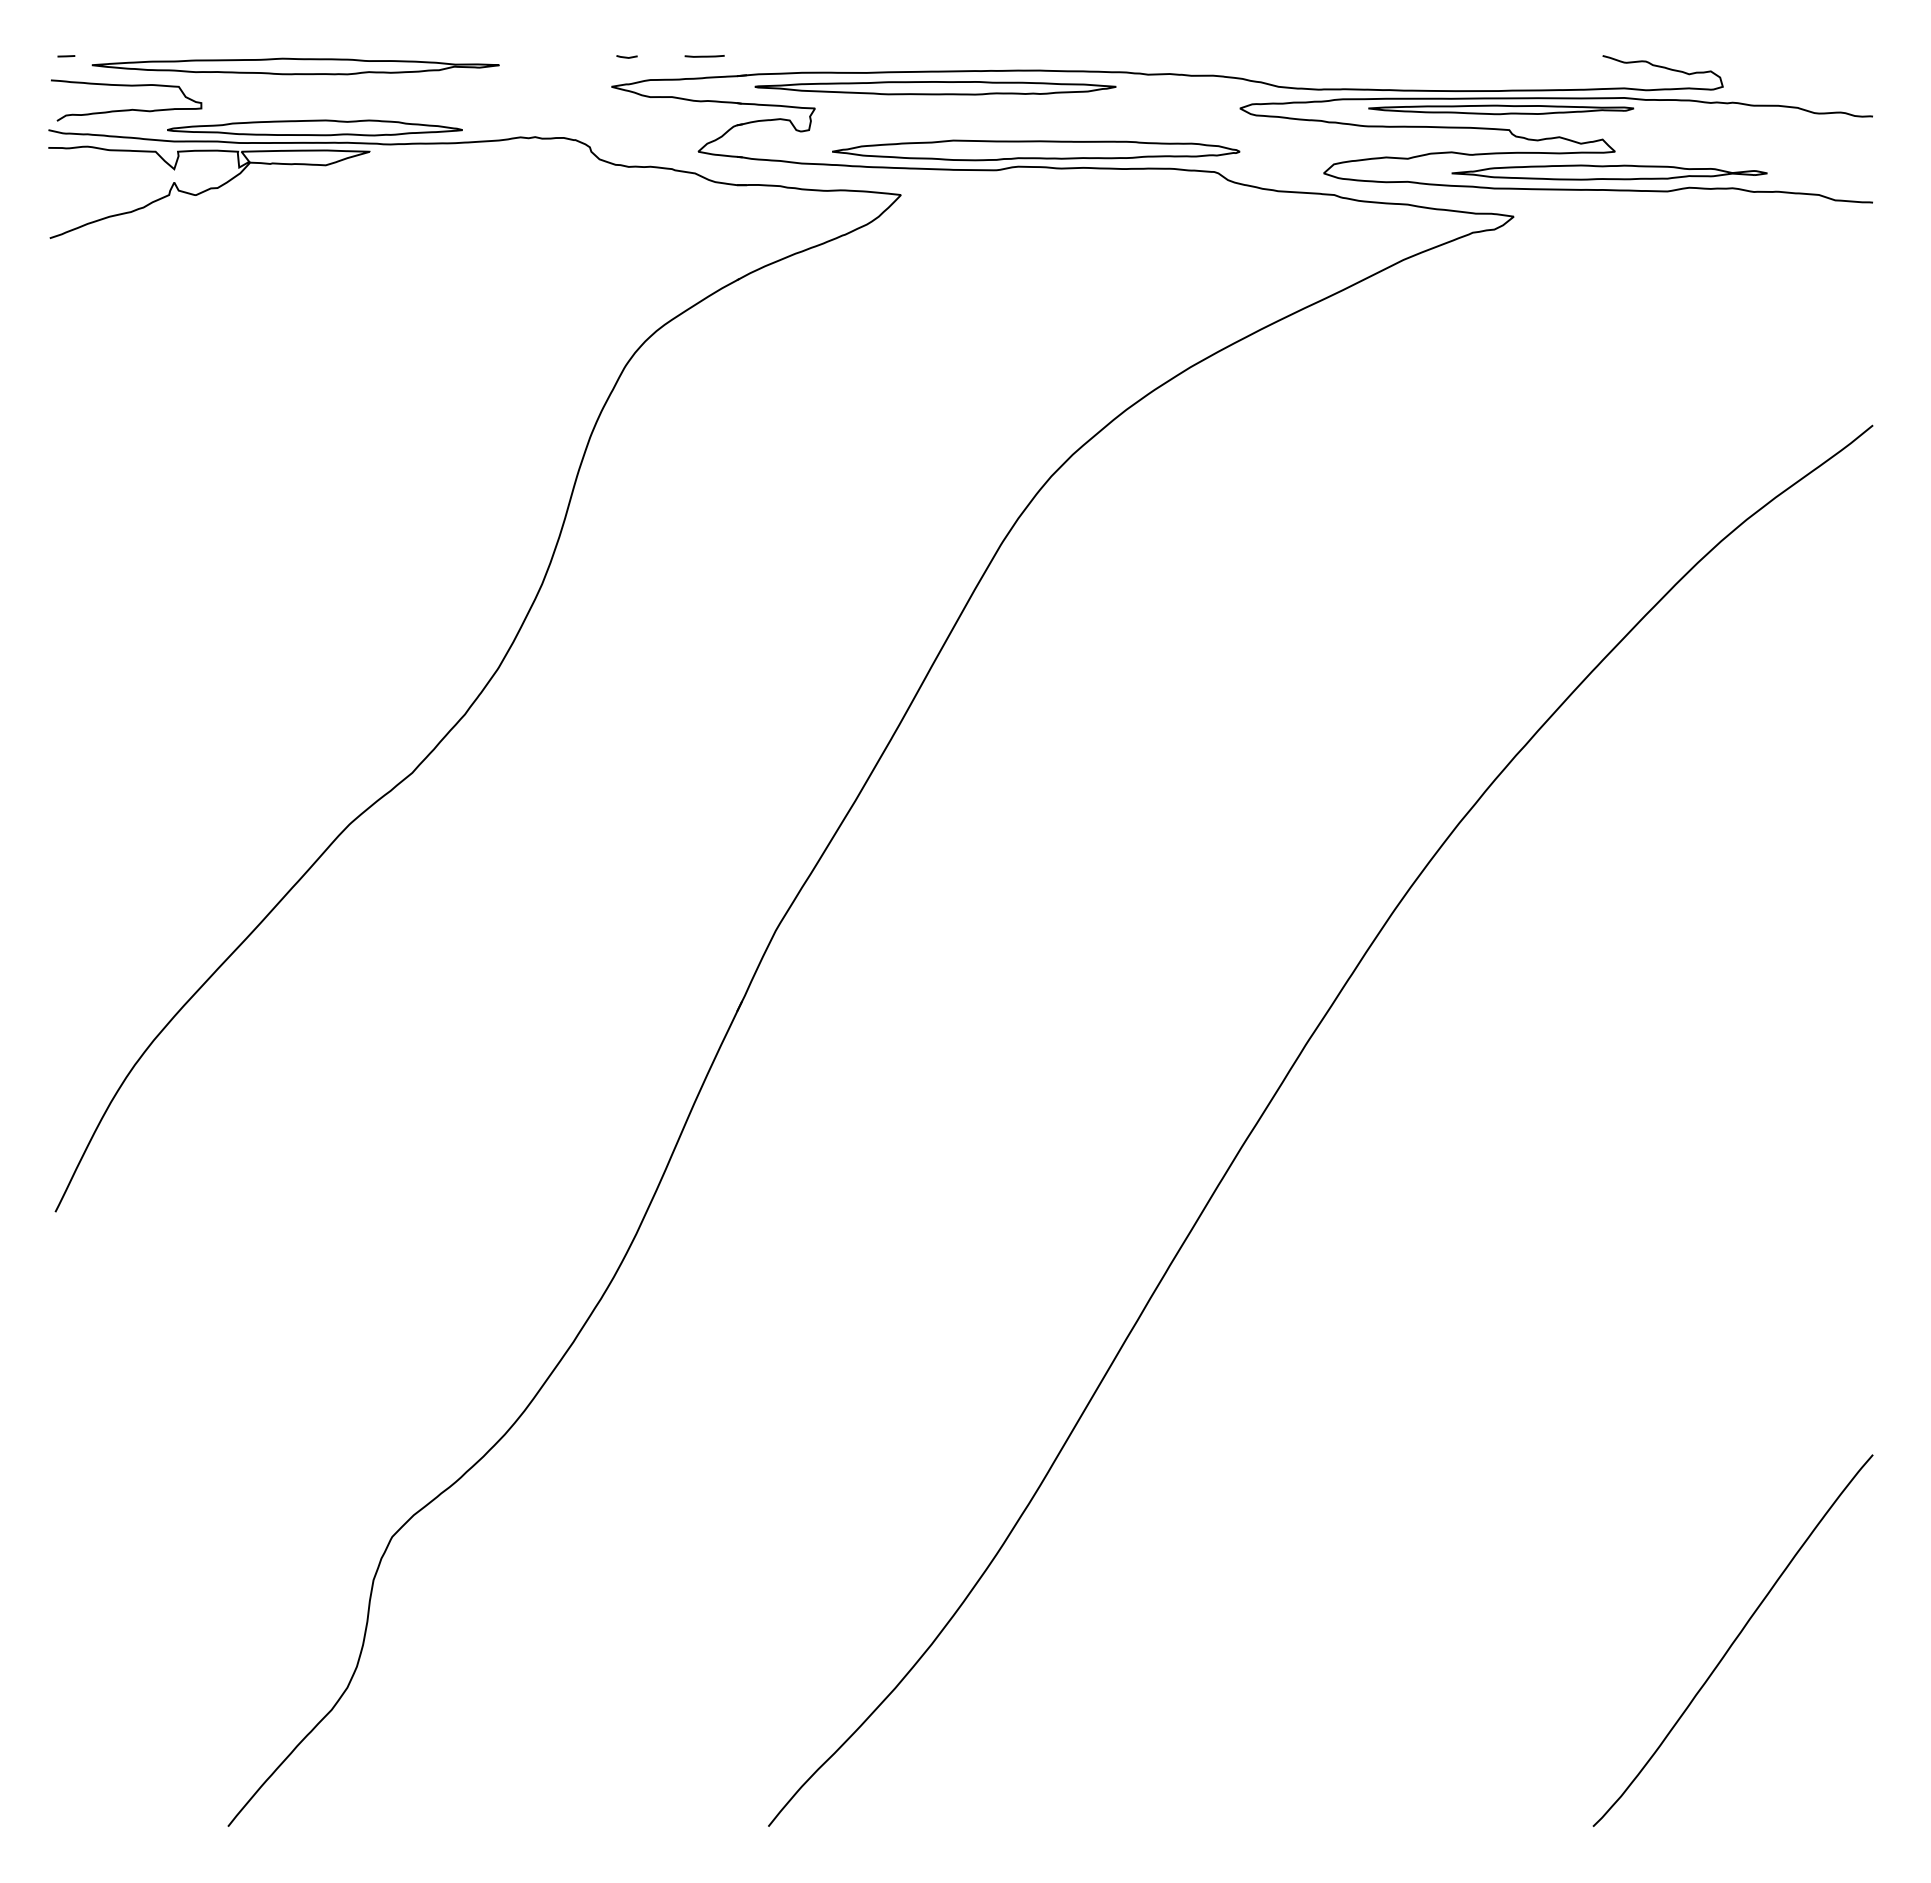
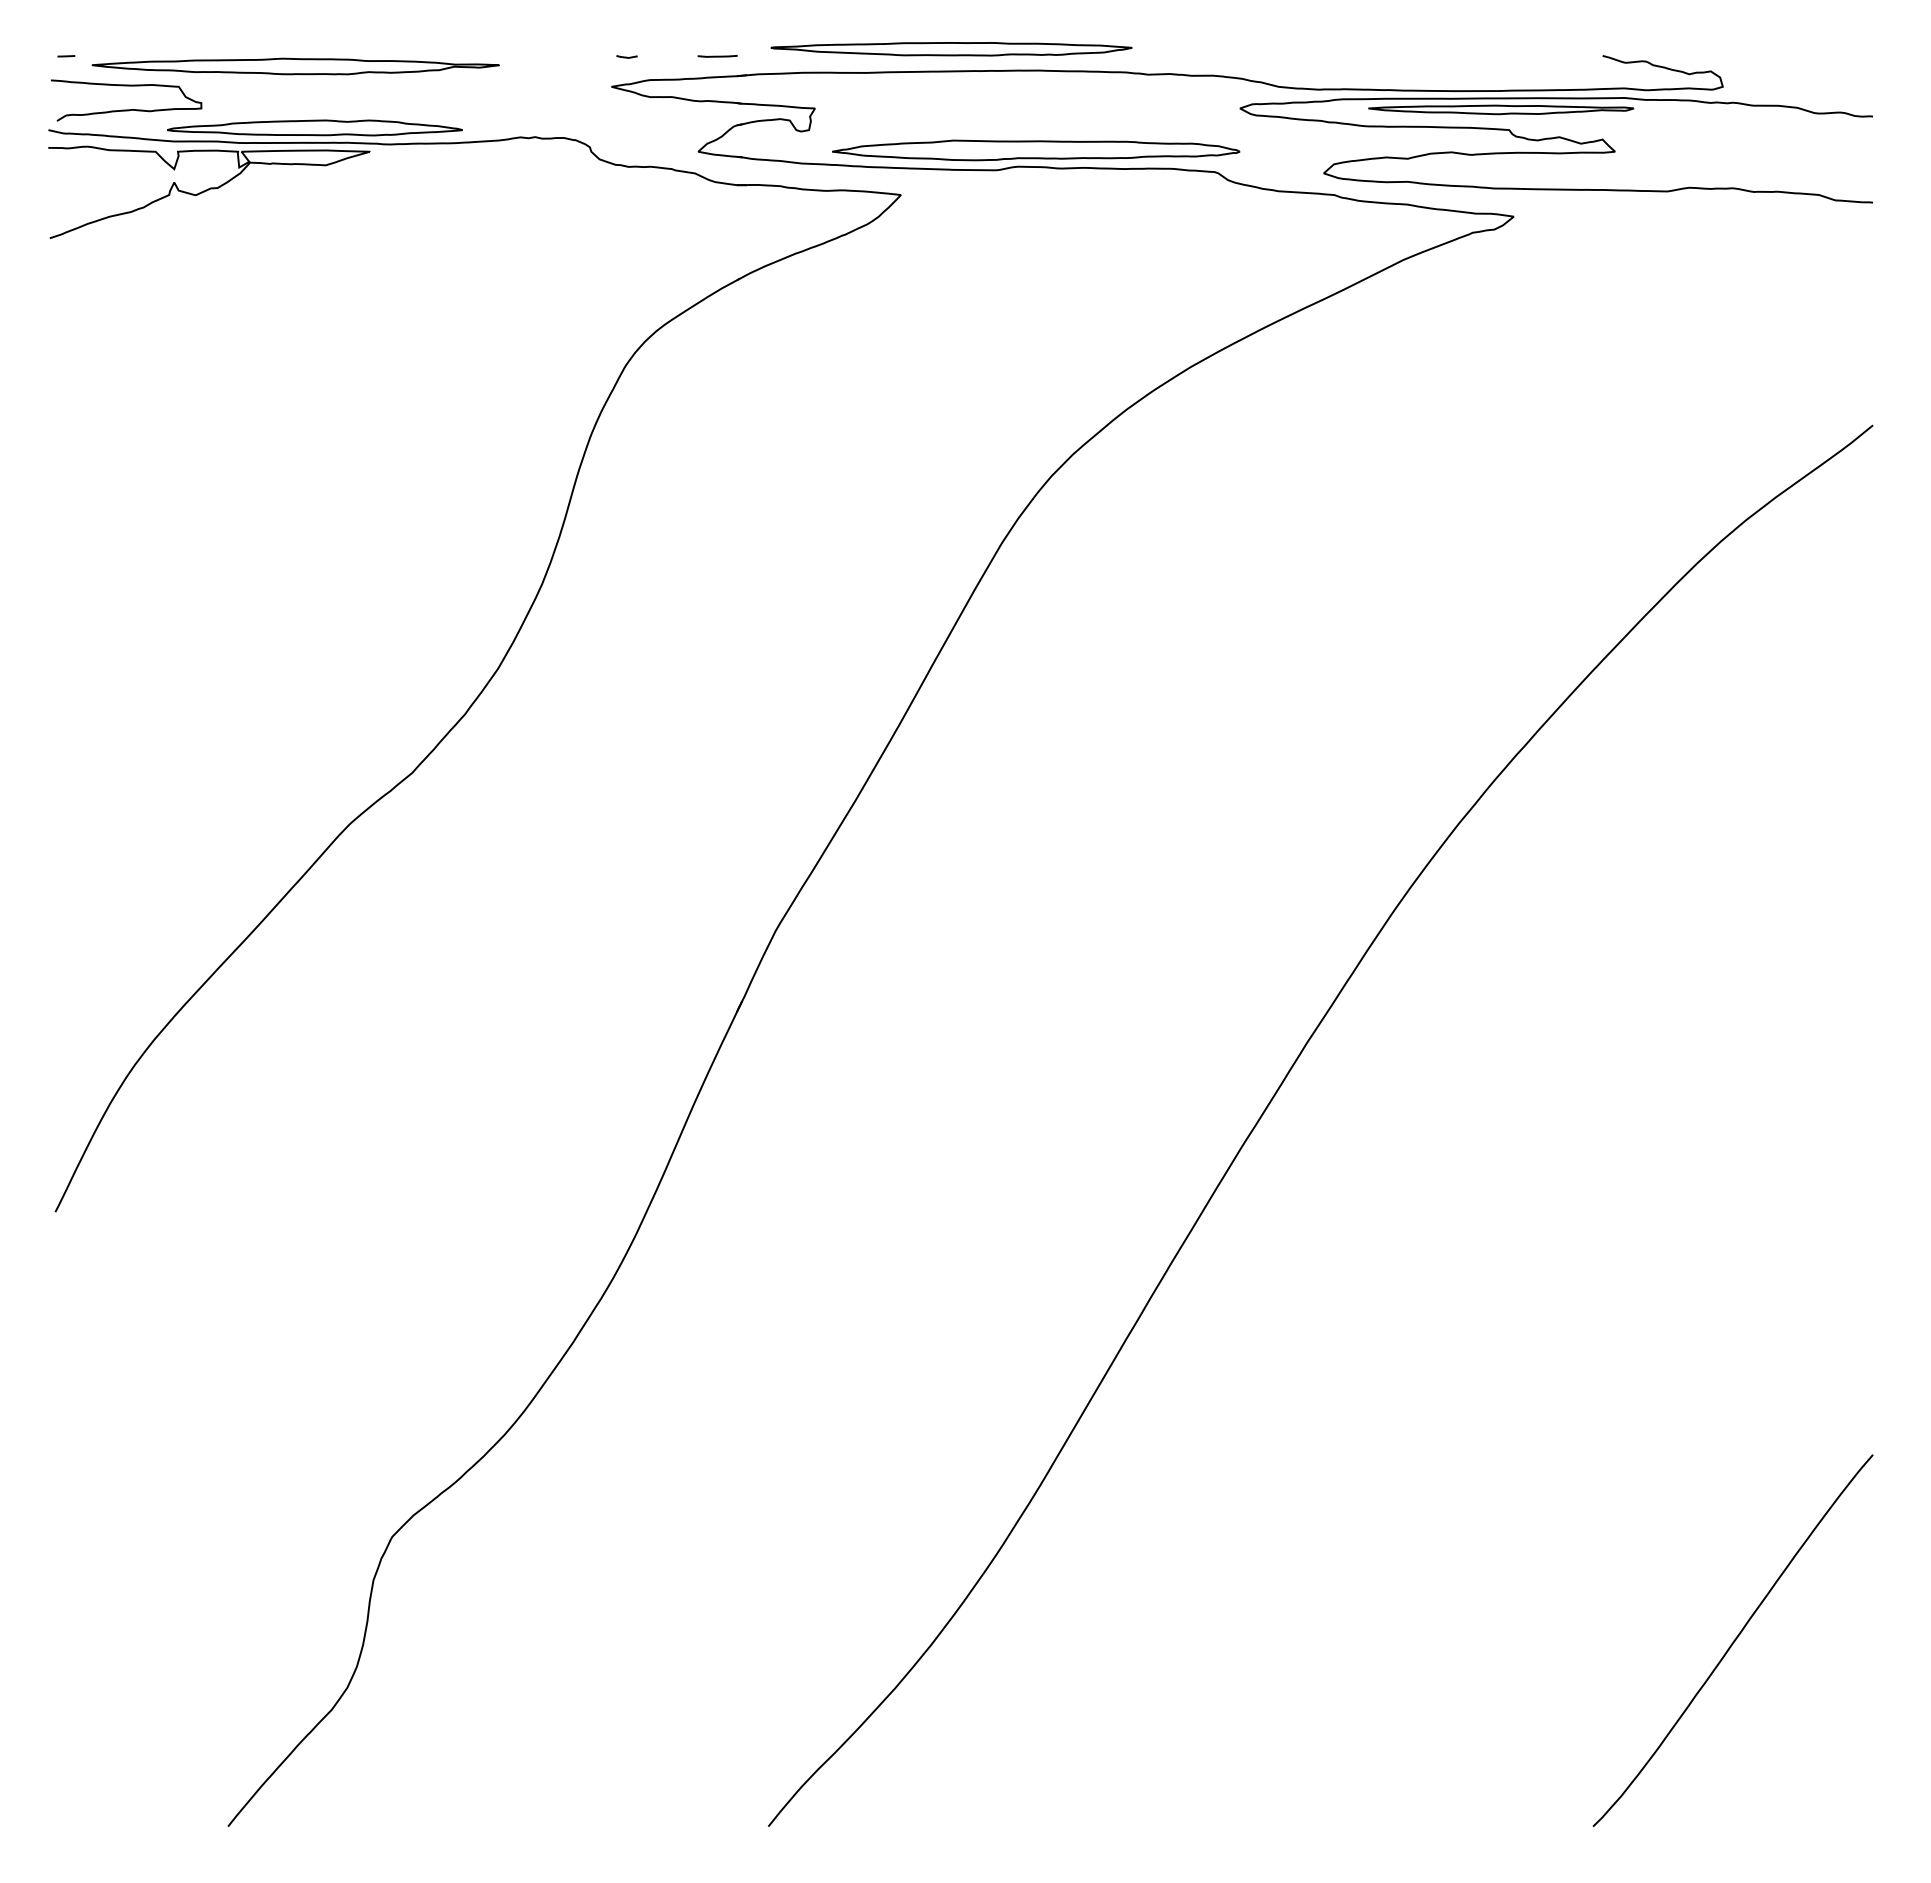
line at (704, 56) position: (704, 56) -> (717, 56)
part at (935, 88) position: (935, 88) -> (951, 49)
part at (1609, 172): present -> none
